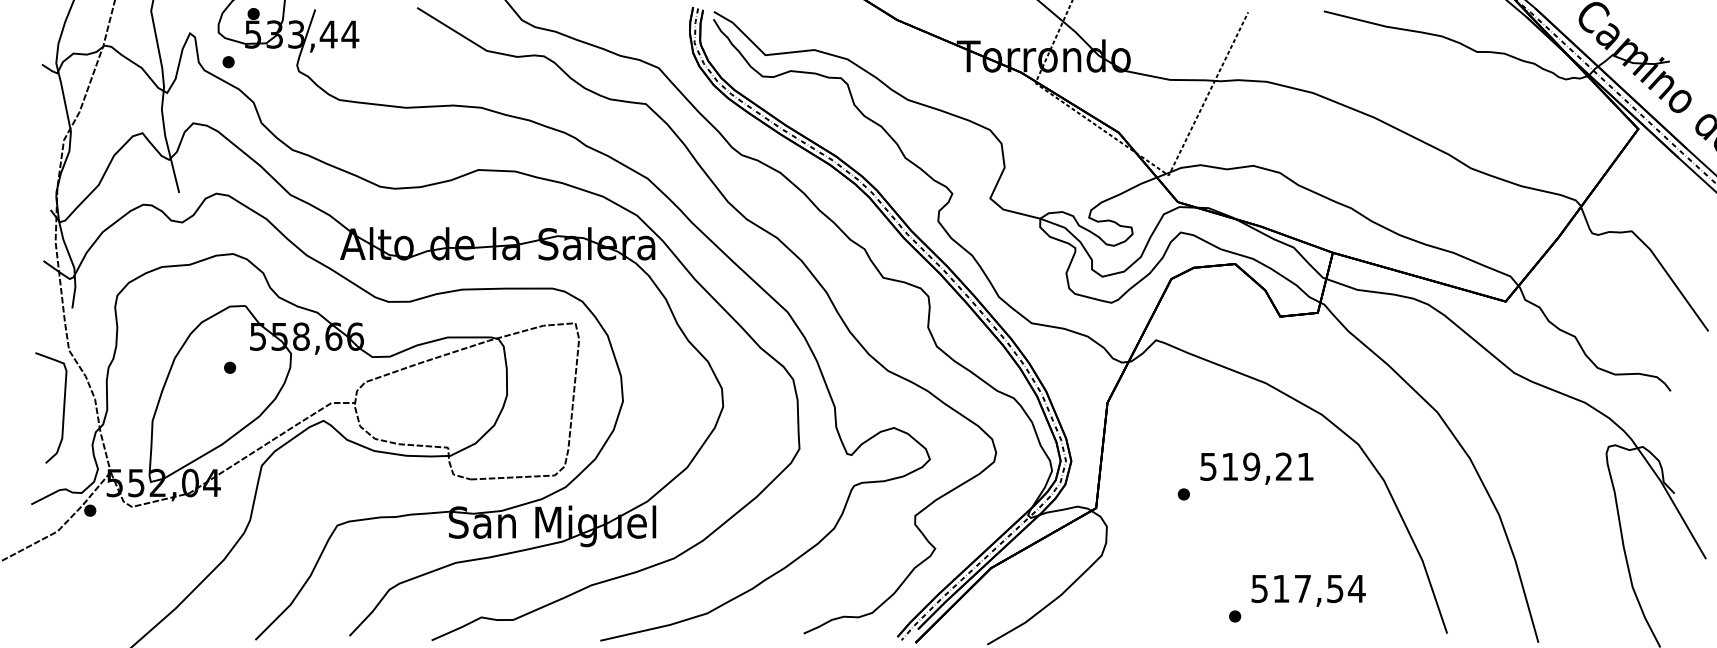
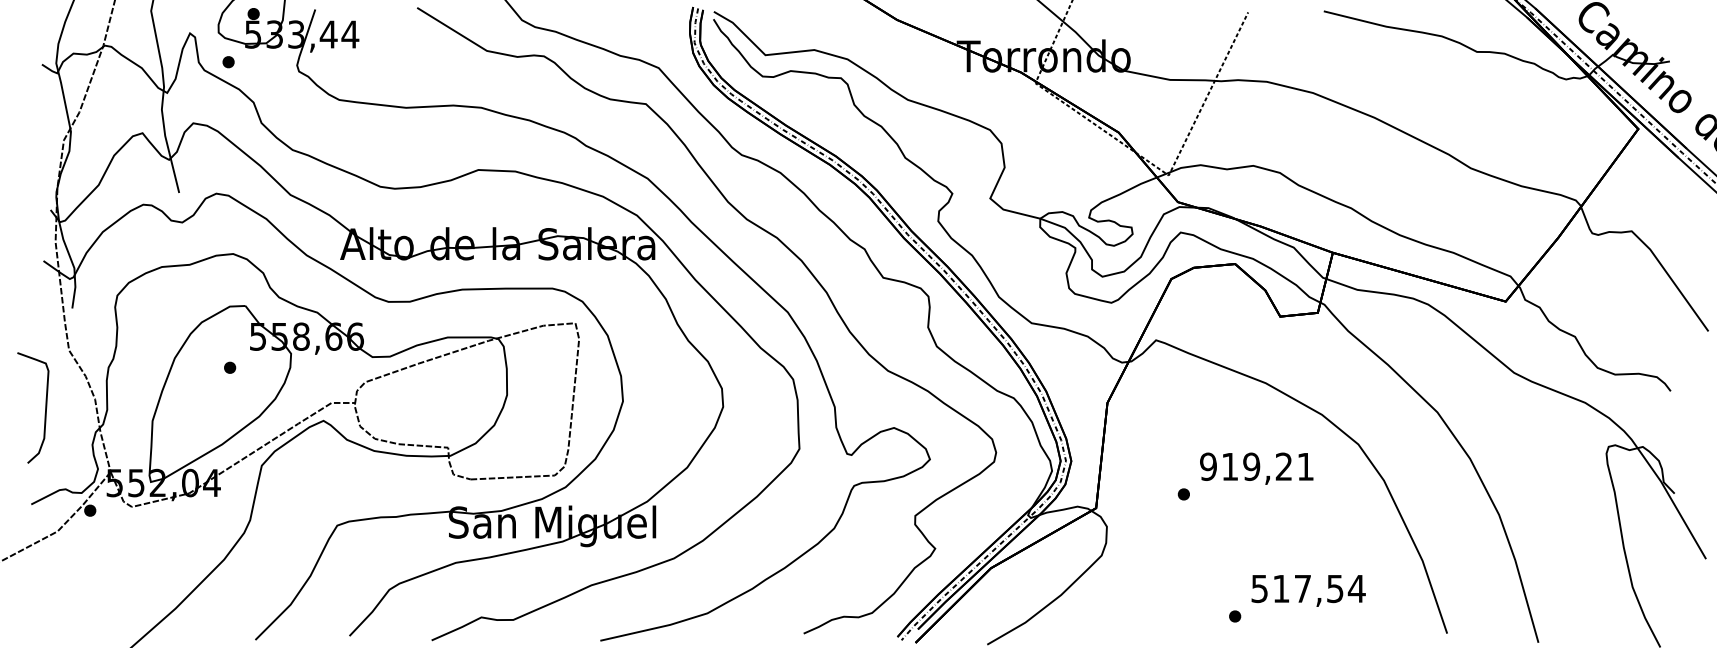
curve at (63, 407) position: (63, 407) -> (45, 407)
text at (1208, 466): 519,21 -> 919,21
